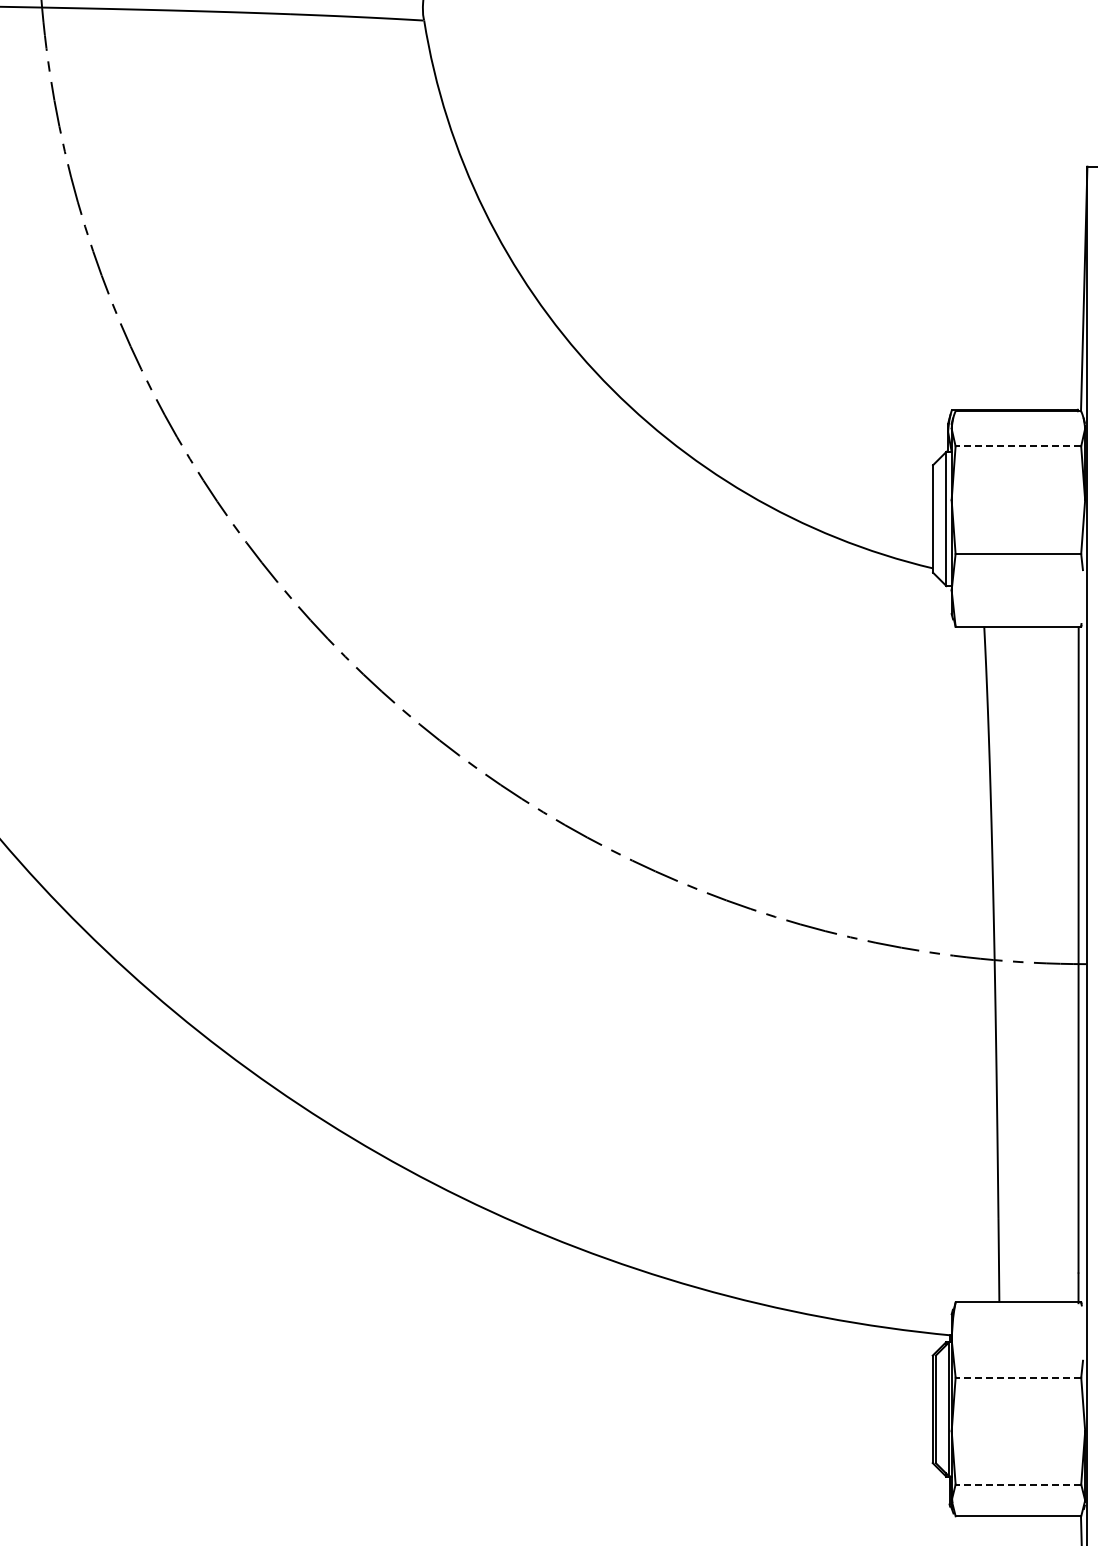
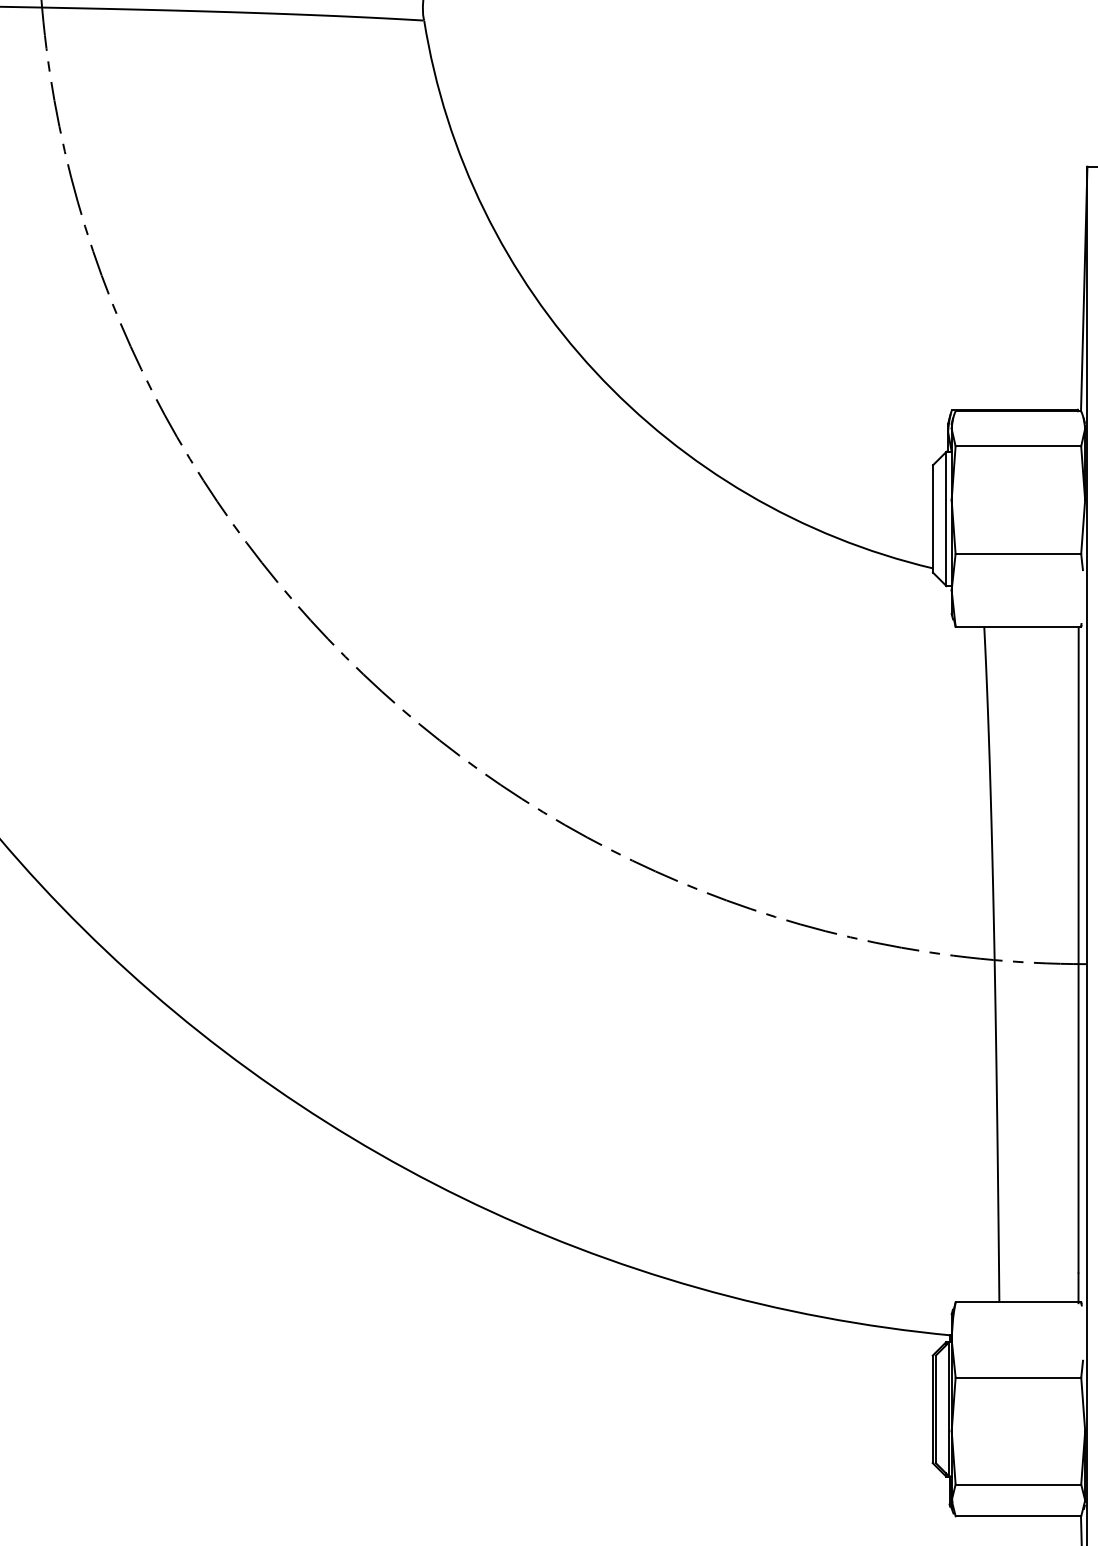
line at (1018, 446): dashed -> solid
line at (1018, 1377): dashed -> solid
line at (1018, 1484): dashed -> solid
